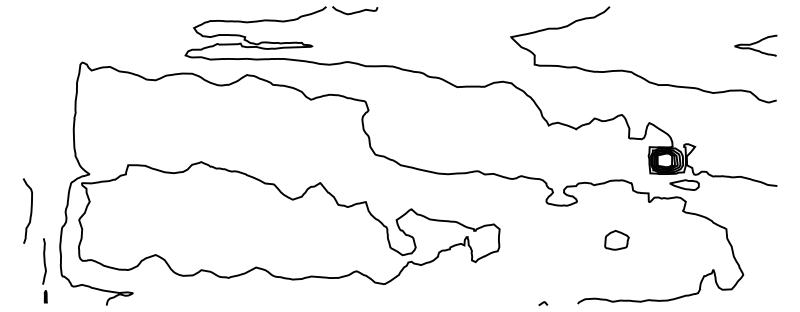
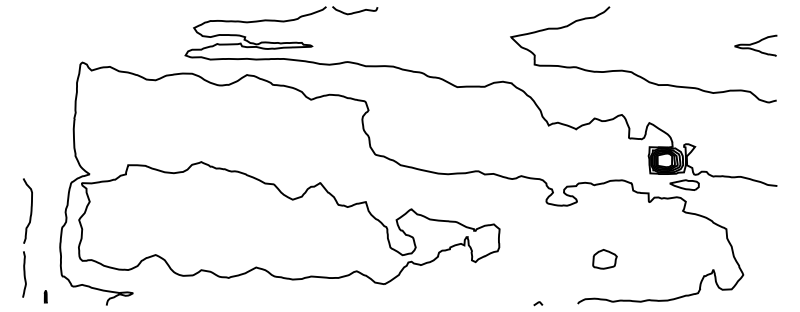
part at (616, 240) position: (616, 240) -> (604, 259)
curve at (44, 261) position: (44, 261) -> (24, 274)
curve at (543, 303) position: (543, 303) -> (538, 303)
